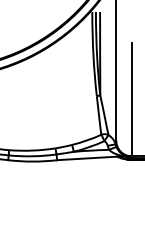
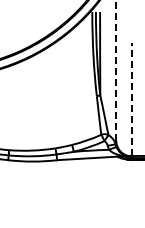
line at (116, 70): solid -> dashed
line at (131, 99): solid -> dashed
